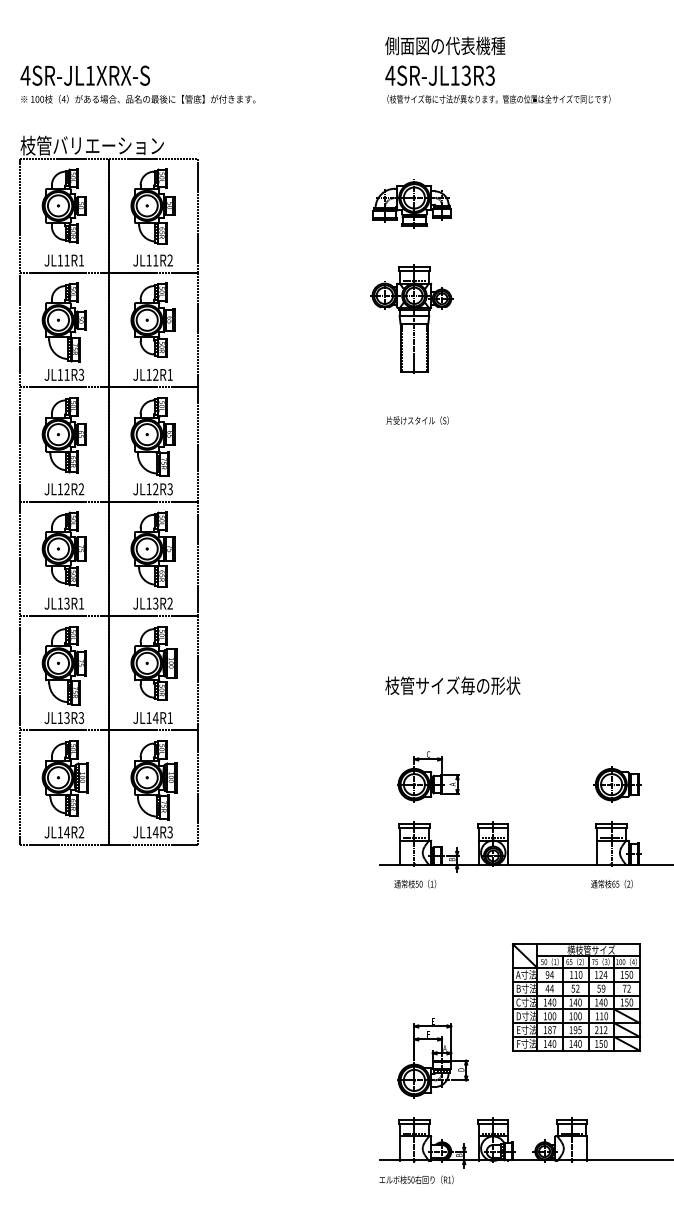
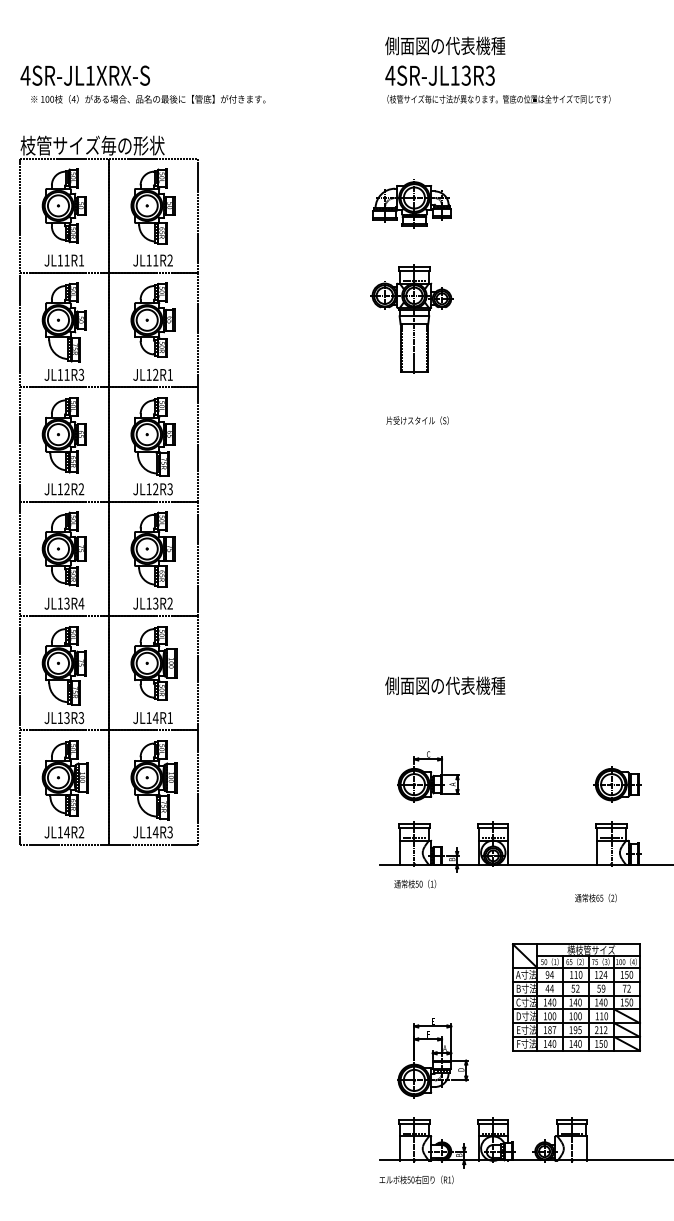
text at (138, 99) position: (138, 99) -> (148, 99)
text at (108, 145): 枝管バリエーション -> 枝管サイズ毎の形状
text at (81, 603): JL13R1 -> JL13R4
text at (452, 685): 枝管サイズ毎の形状 -> 側面図の代表機種
text at (611, 883) position: (611, 883) -> (595, 897)
